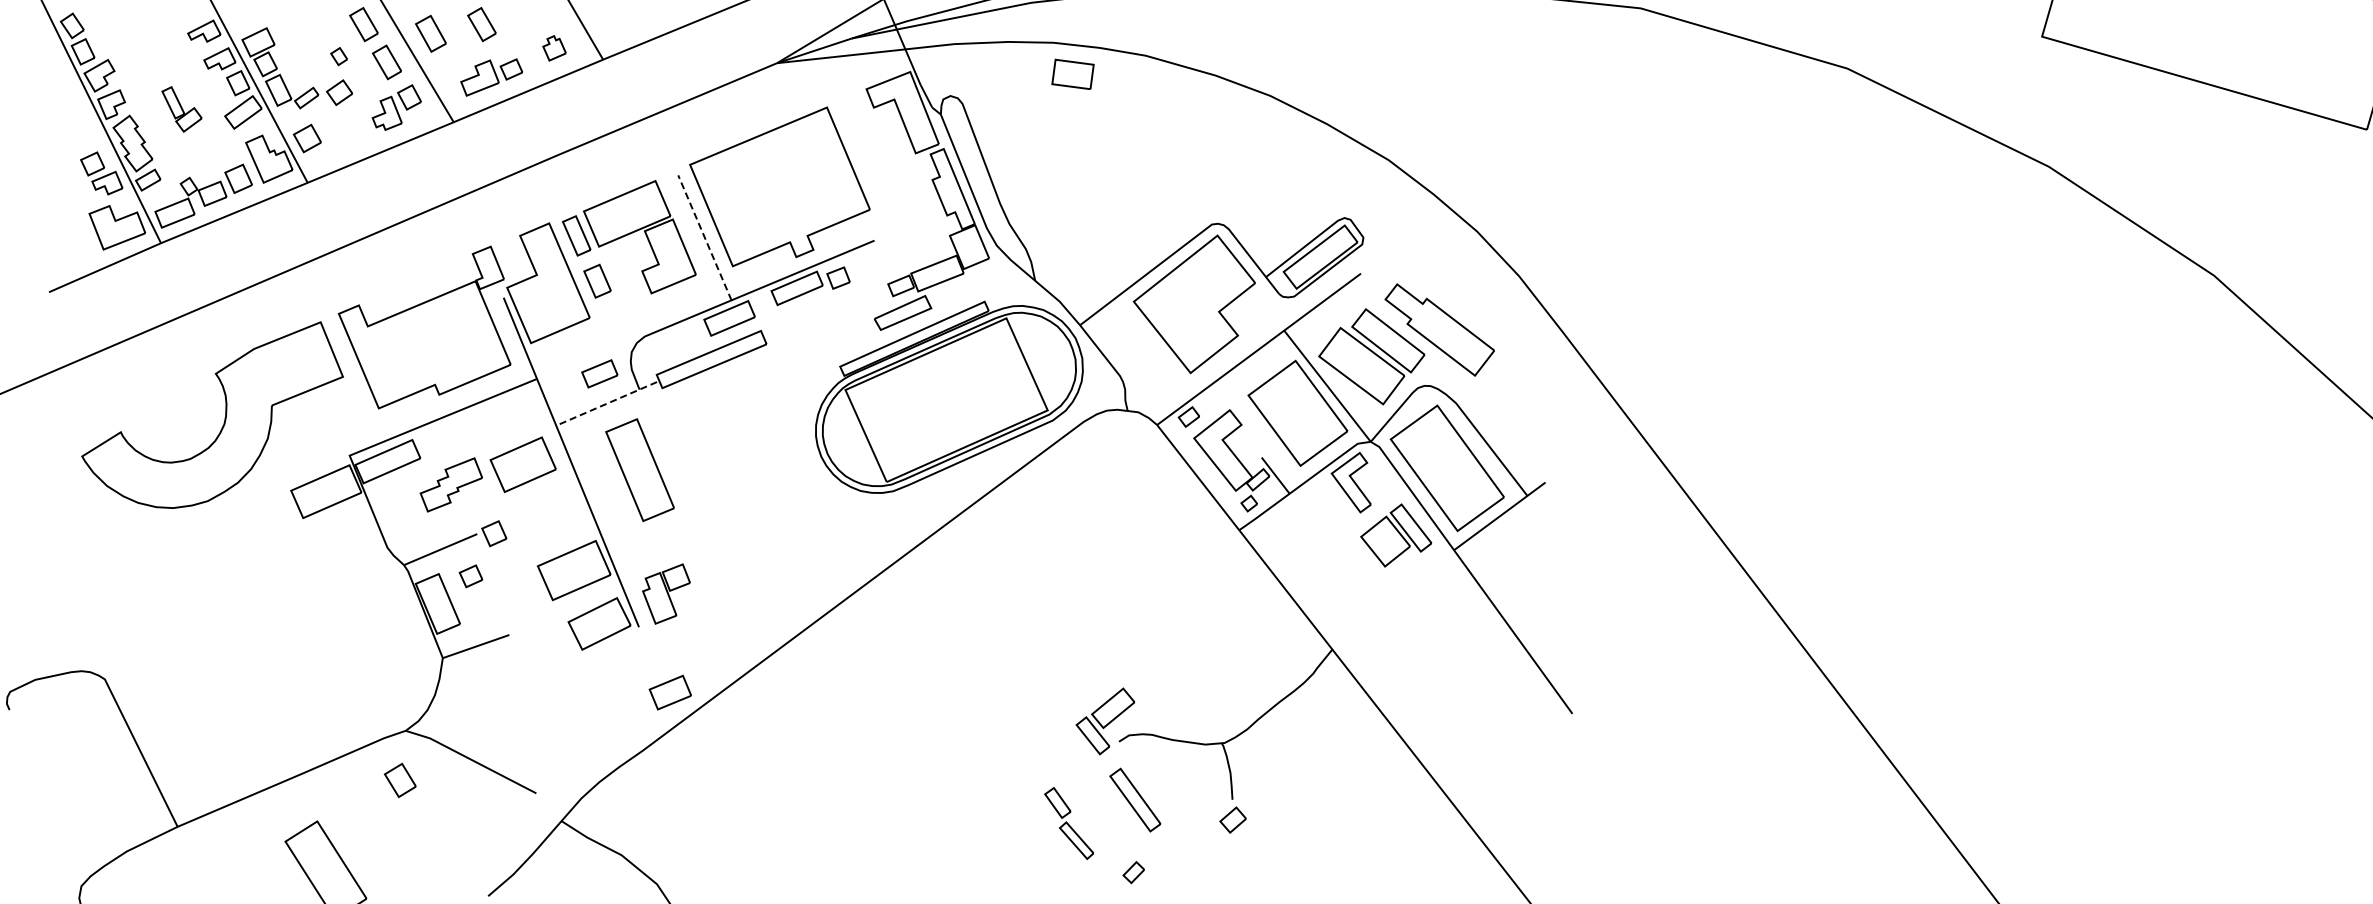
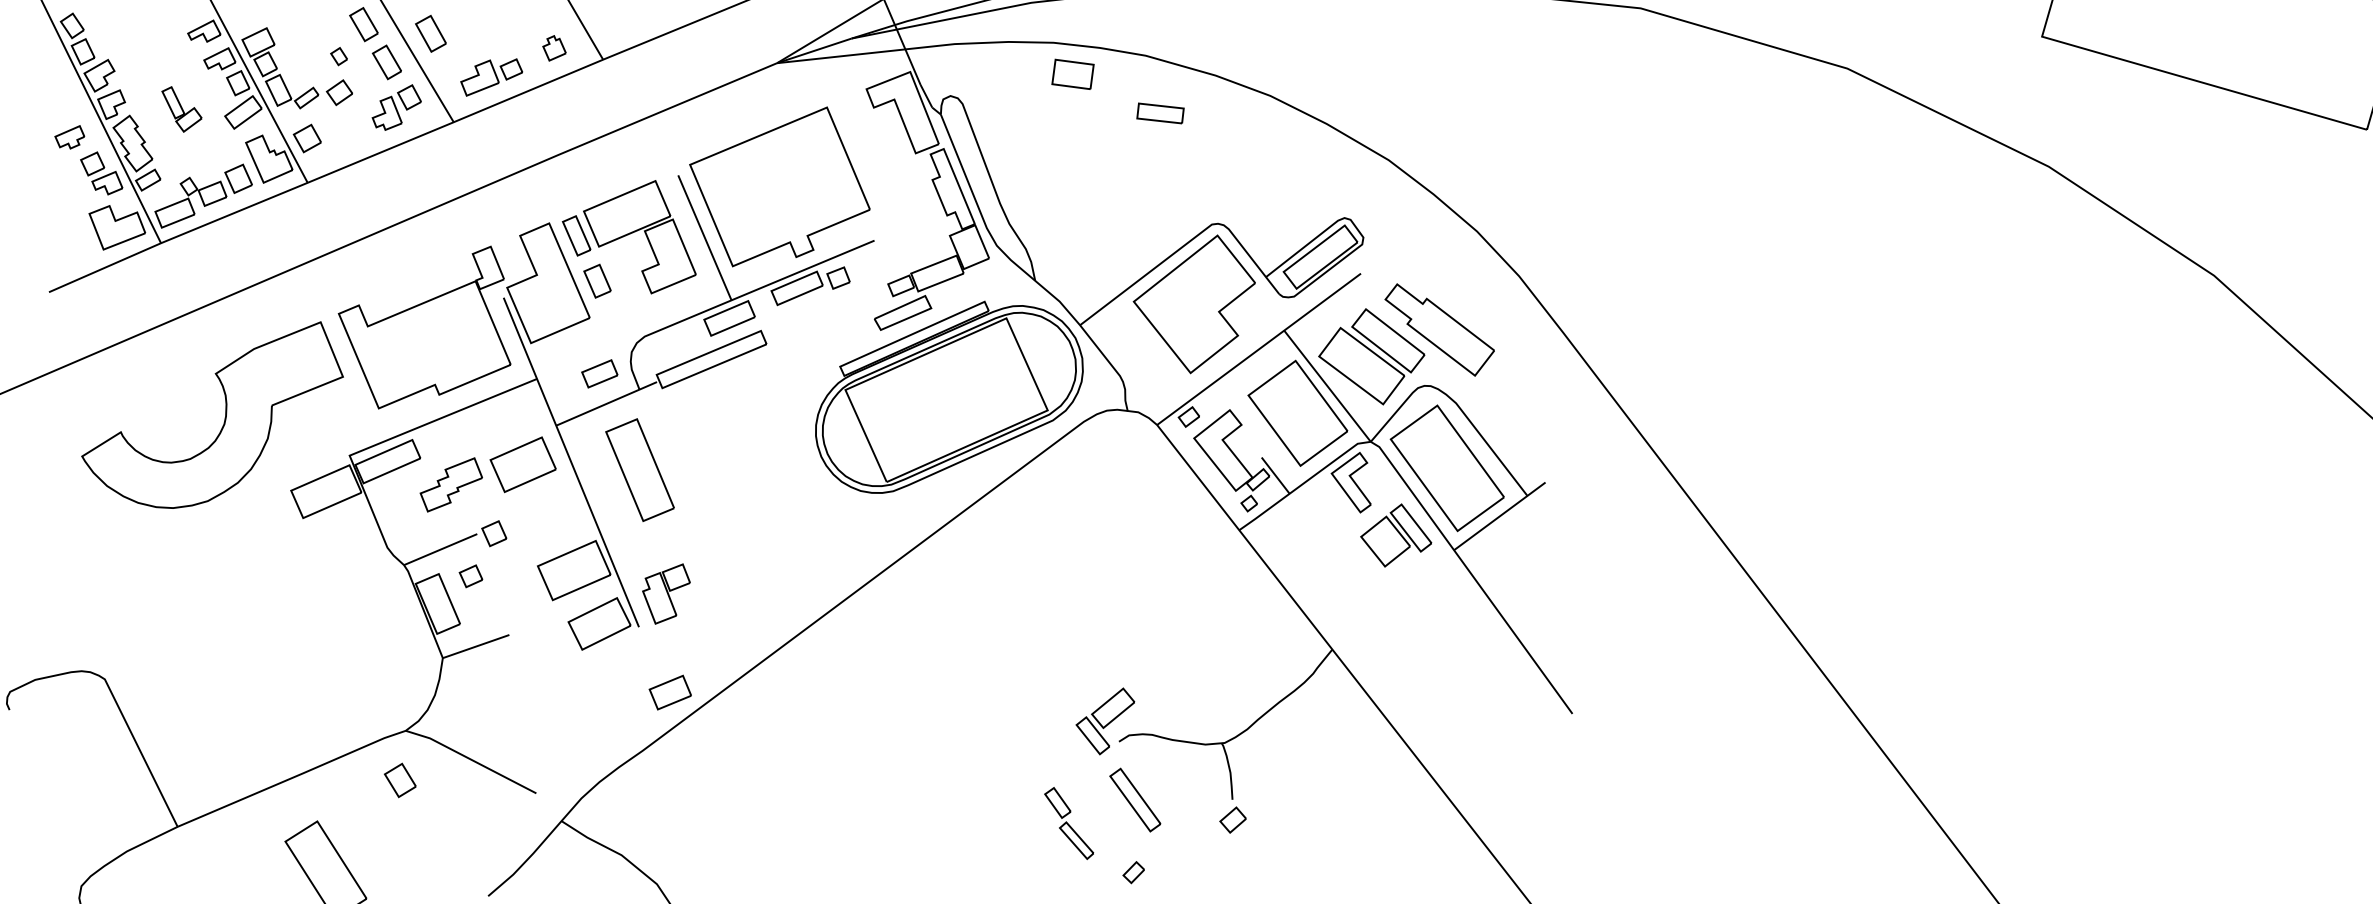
part at (481, 24): present -> none
part at (1160, 113): none -> present
part at (69, 137): none -> present
line at (704, 237): dashed -> solid
line at (607, 403): dashed -> solid
